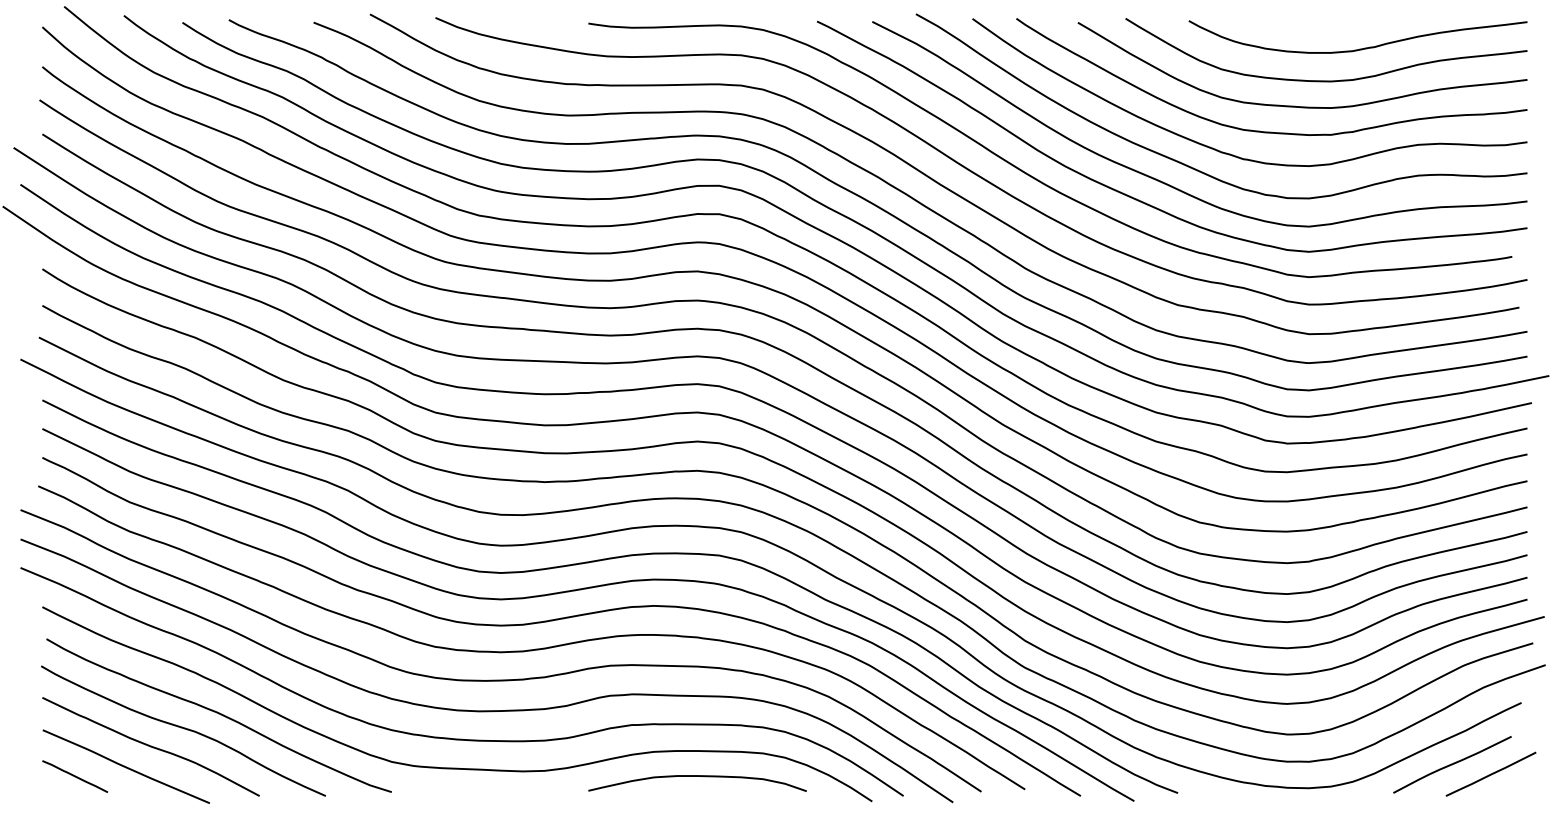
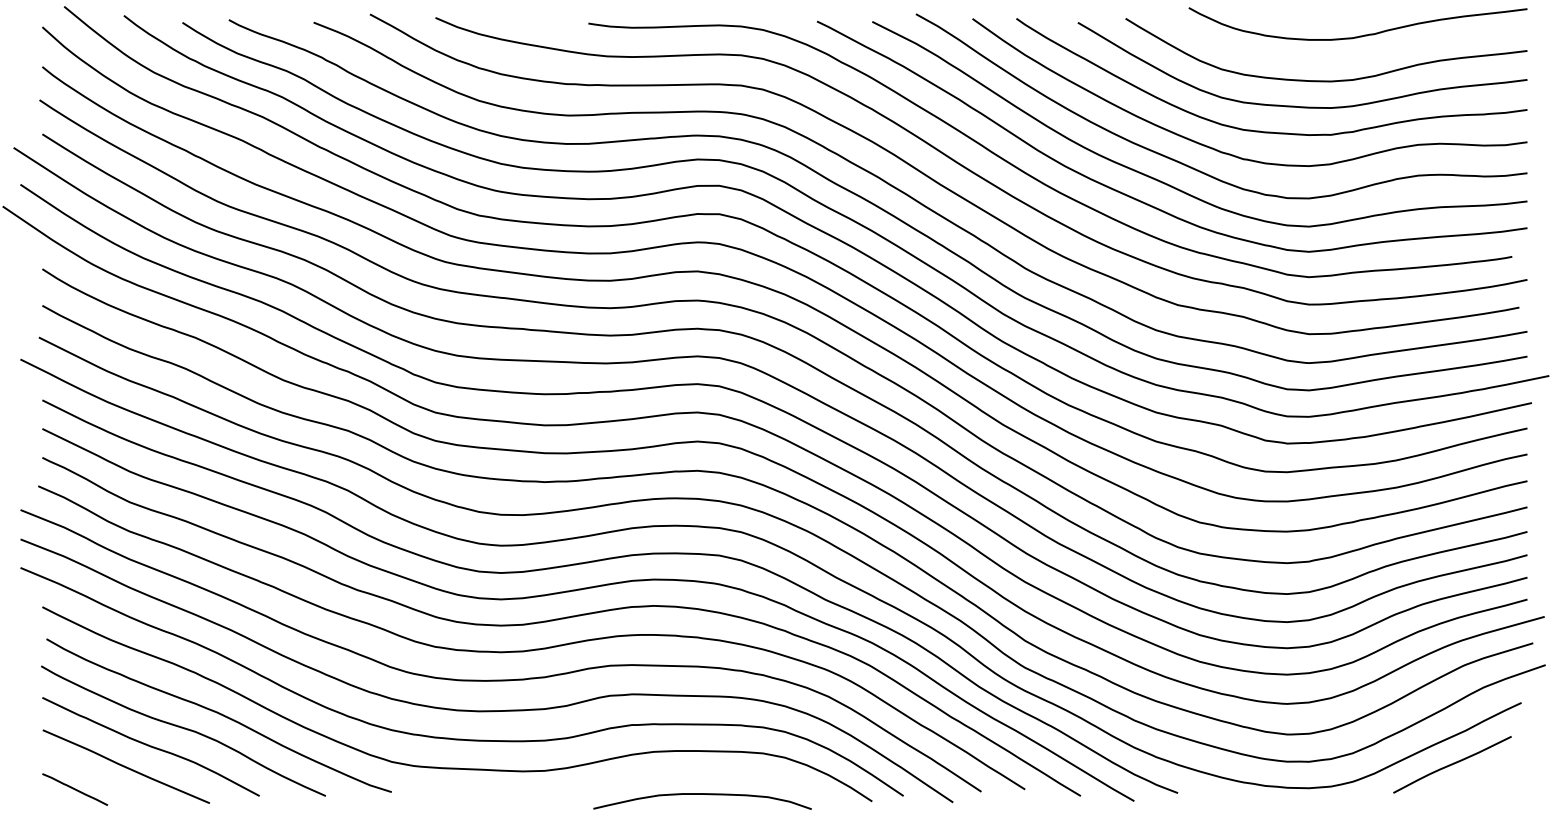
curve at (1359, 48) position: (1359, 48) -> (1359, 35)
line at (1490, 773): present -> none
line at (75, 776) position: (75, 776) -> (75, 789)
curve at (697, 776) position: (697, 776) -> (702, 794)
